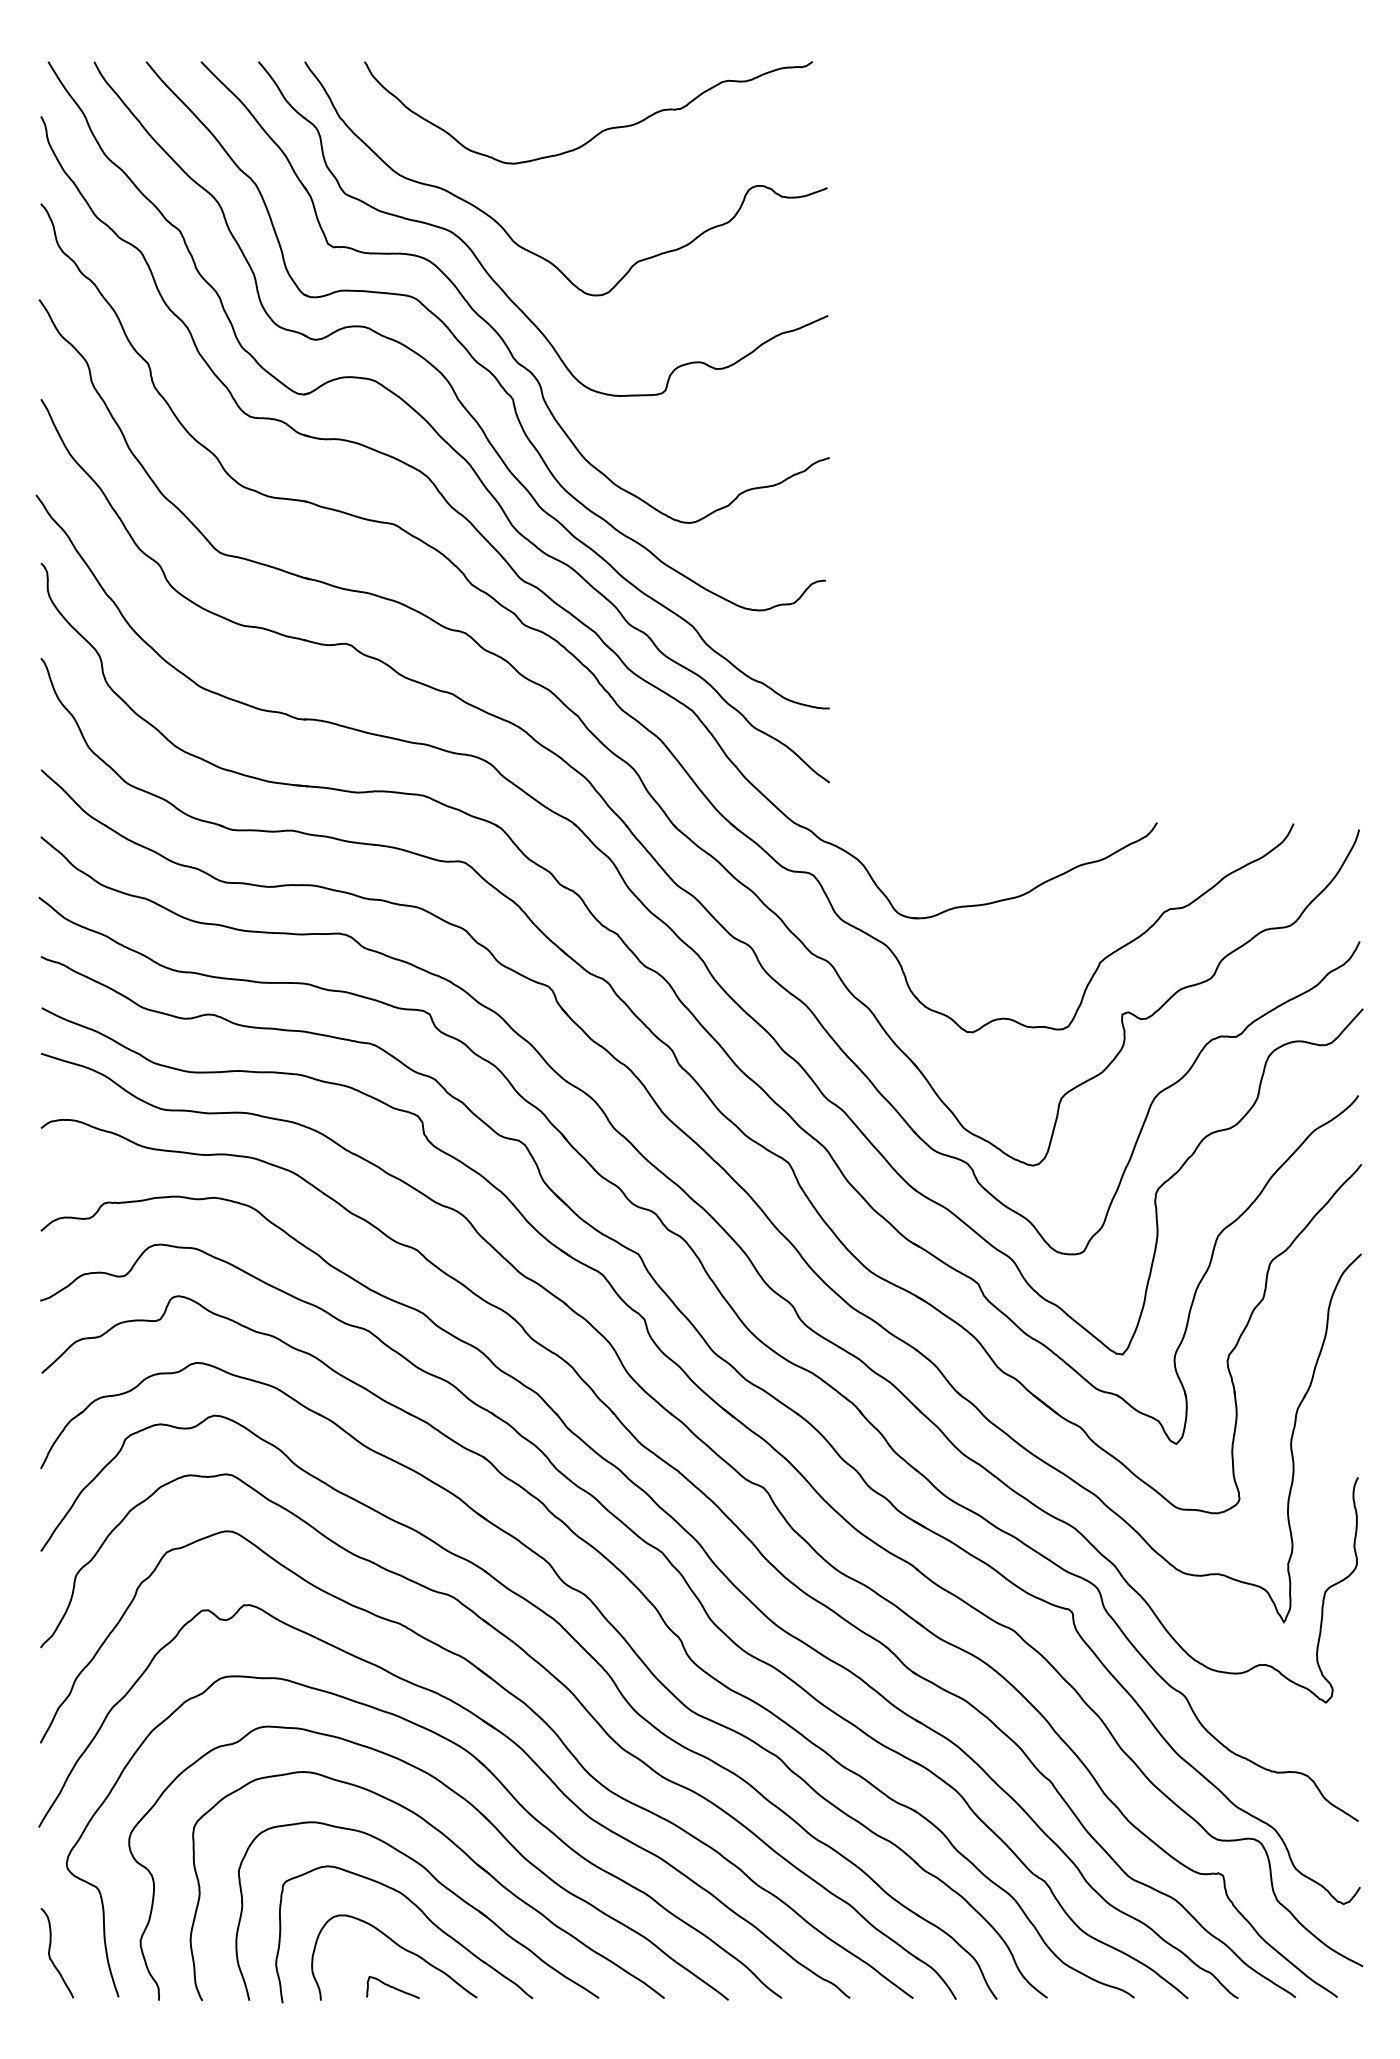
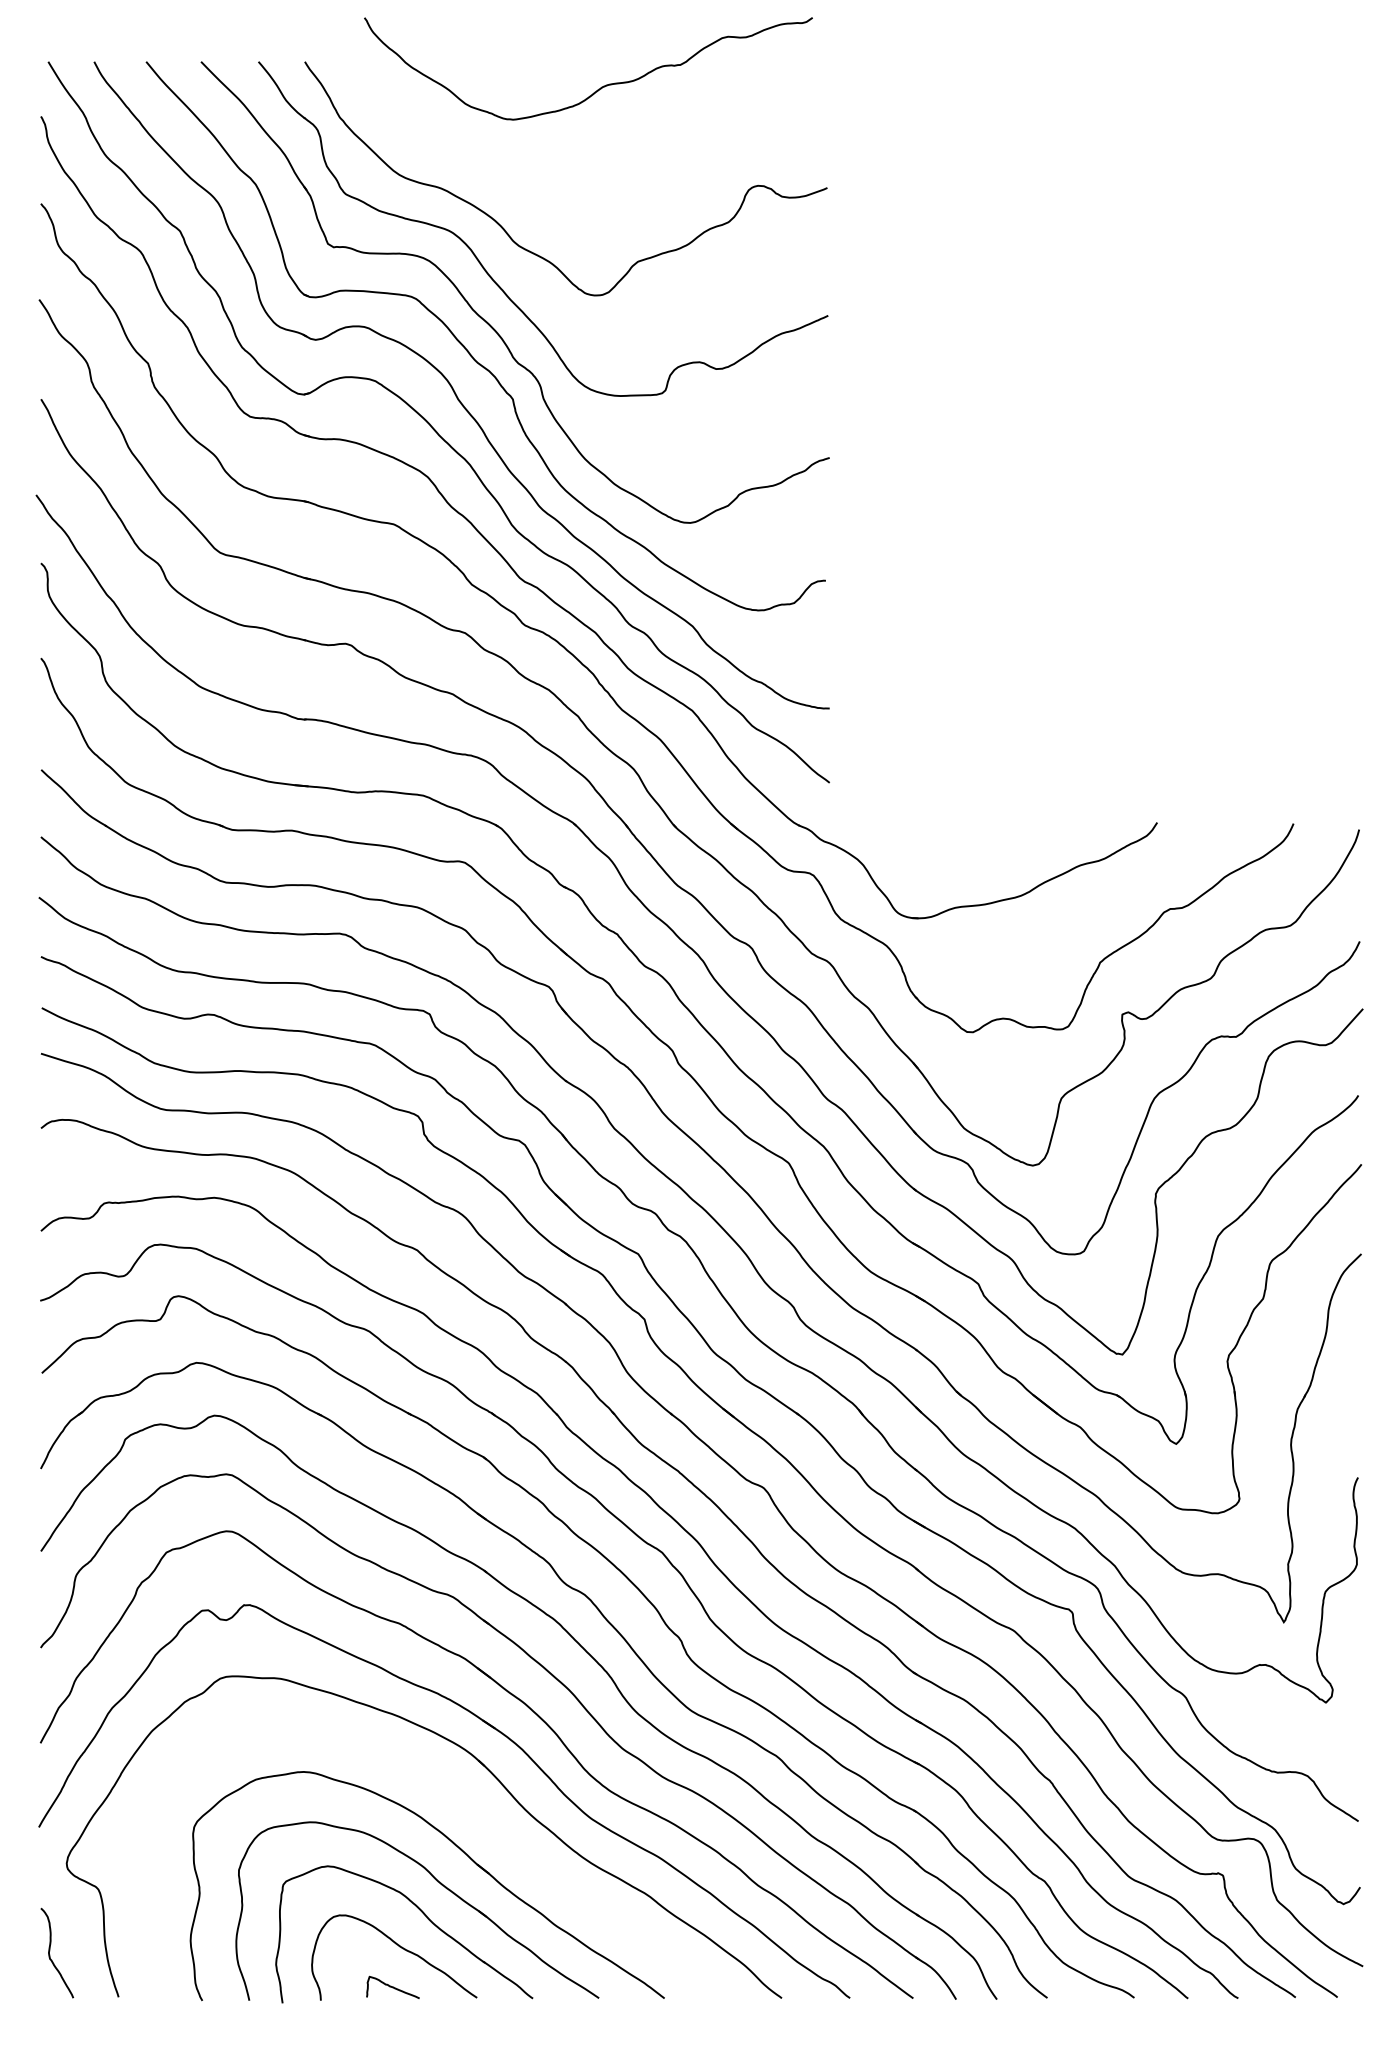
curve at (601, 130) position: (601, 130) -> (601, 86)
part at (478, 1812): present -> none
